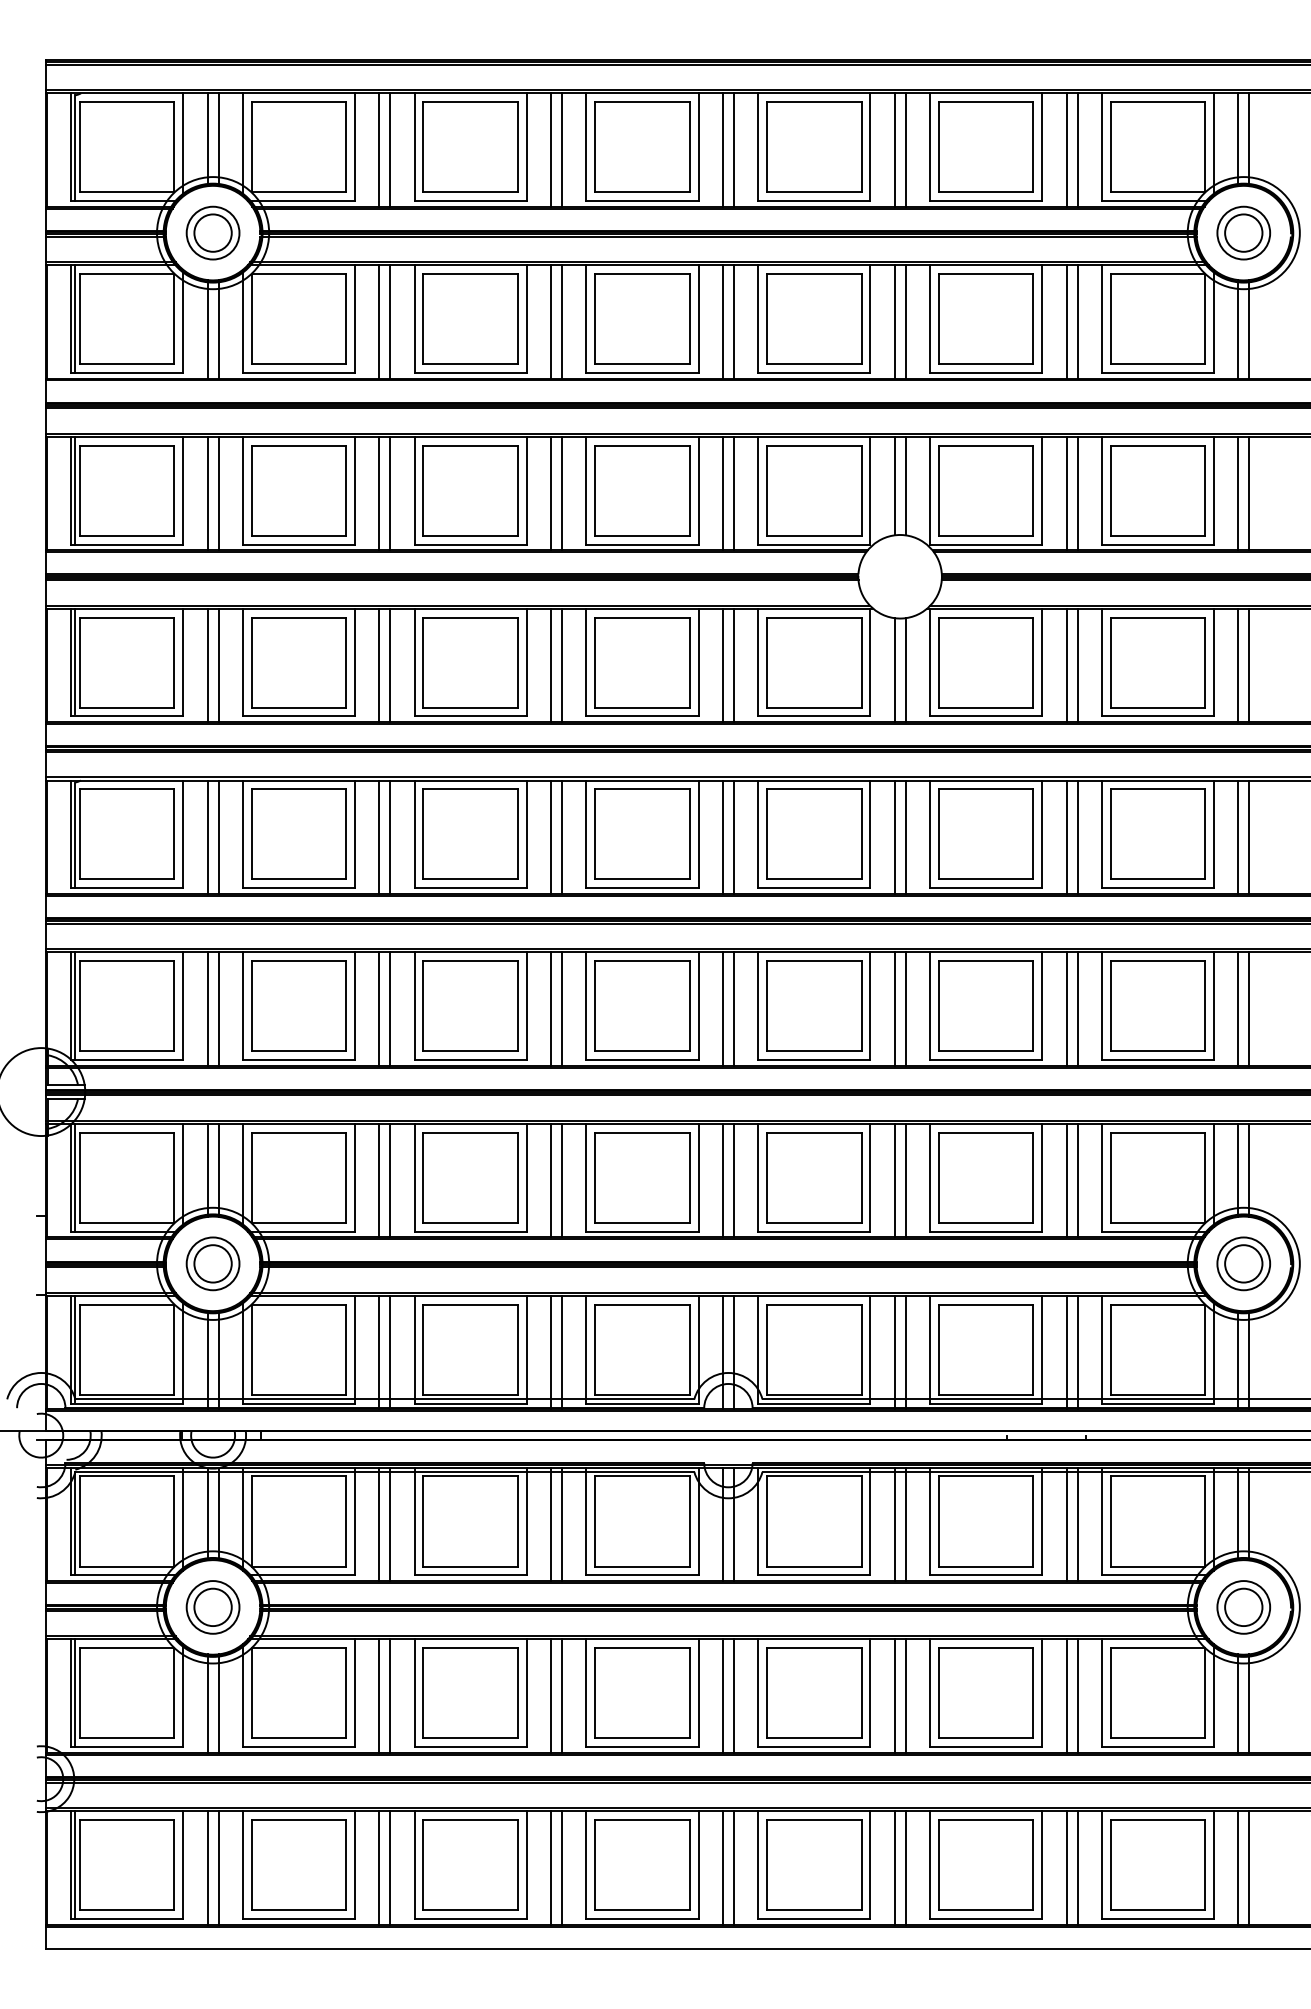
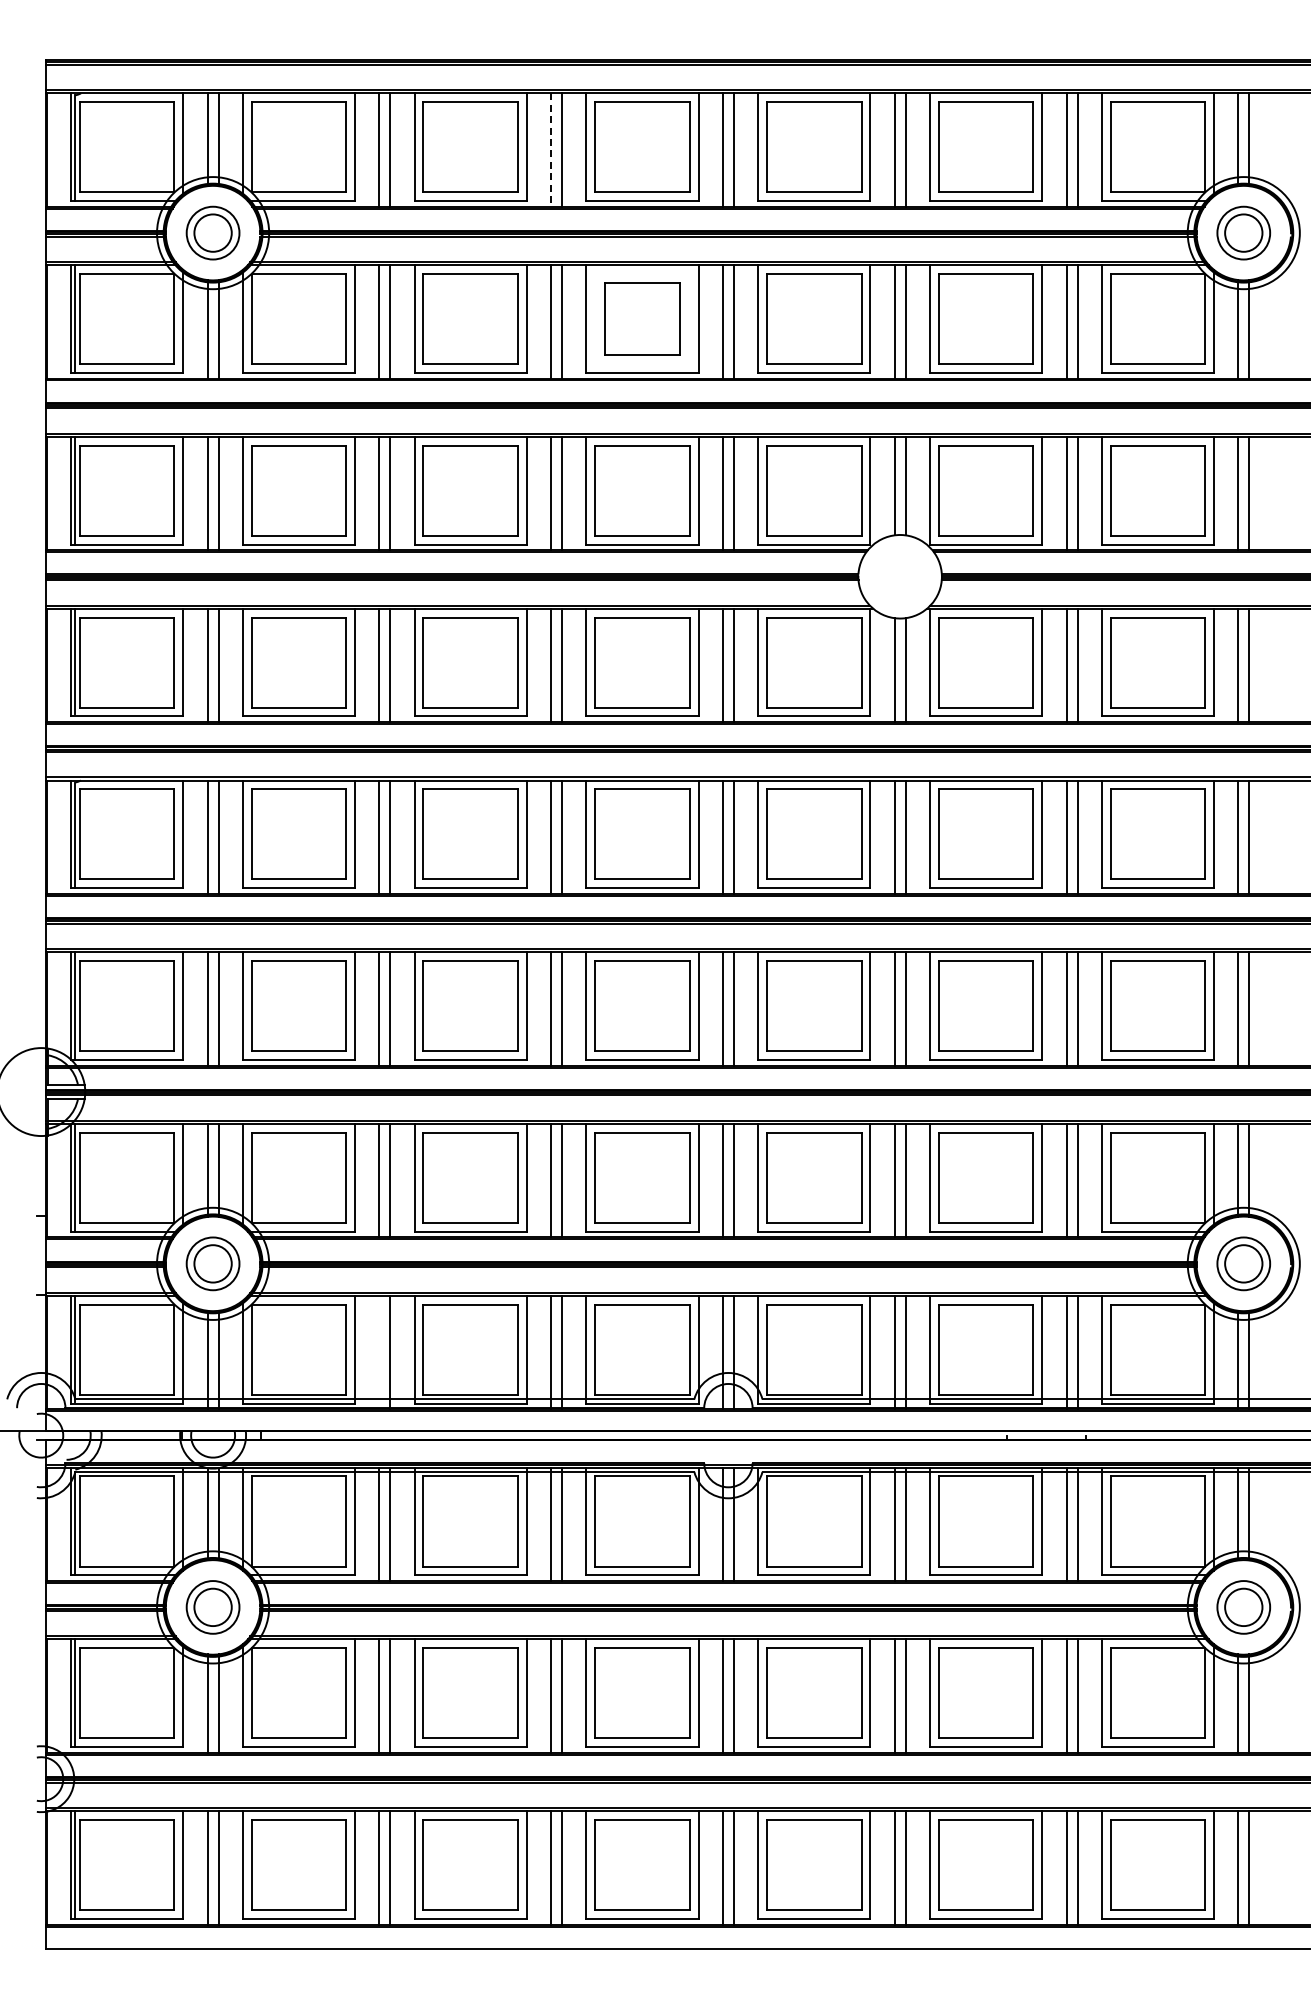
line at (551, 150): solid -> dashed
part at (642, 318) size: 97x92 px -> 77x74 px
line at (379, 1352): present -> none
